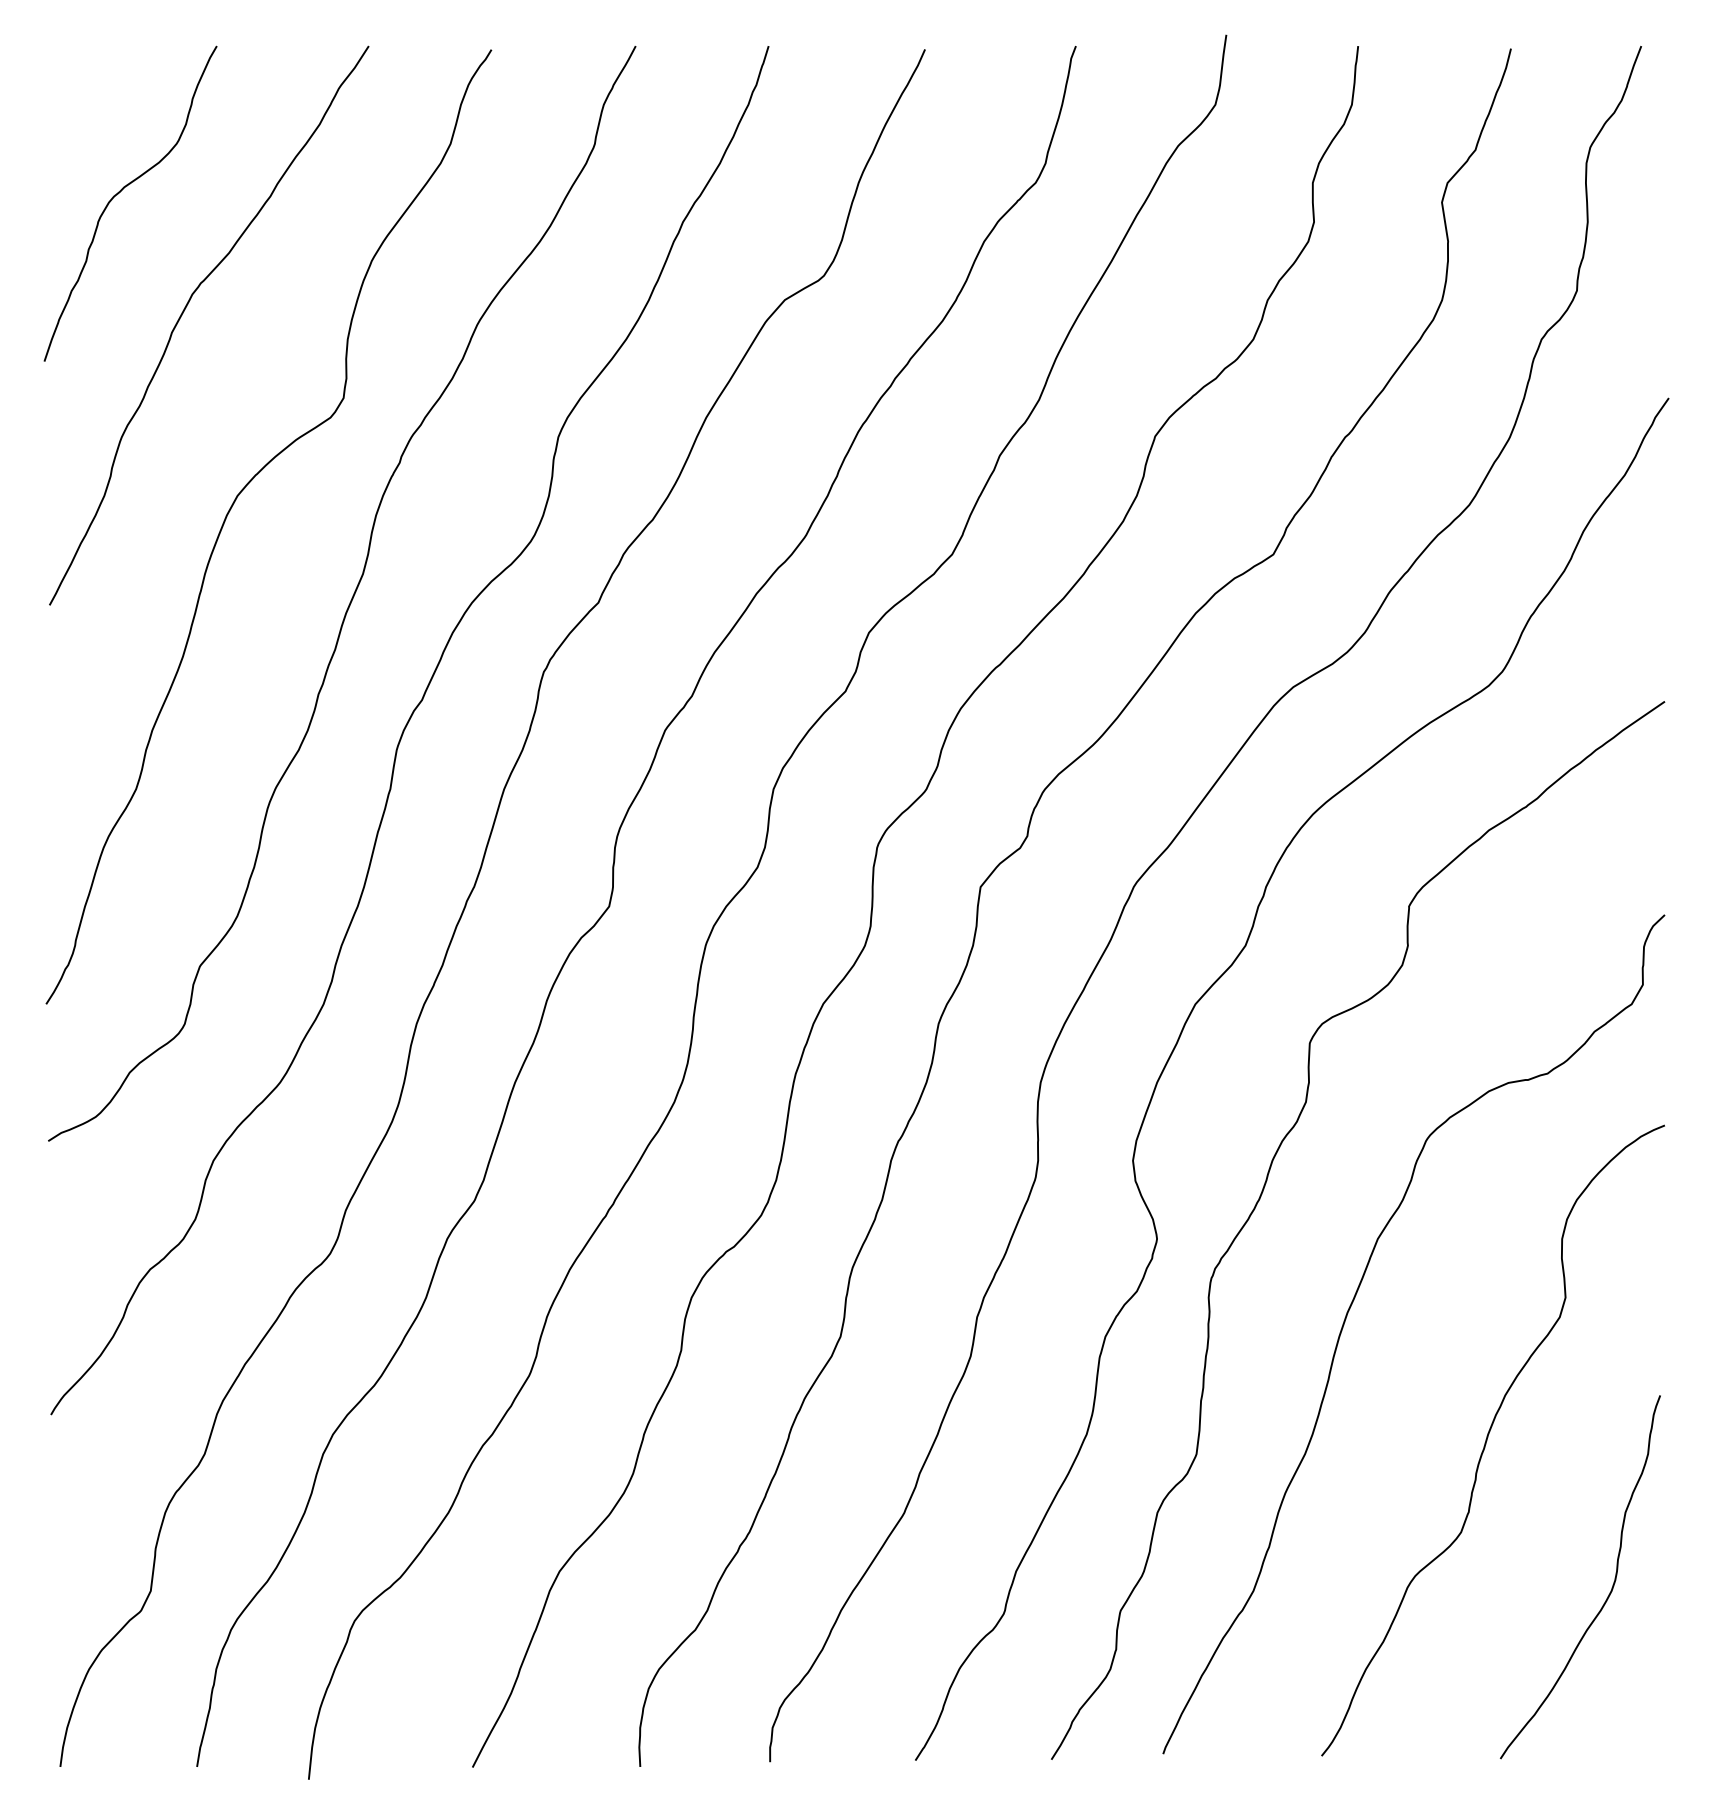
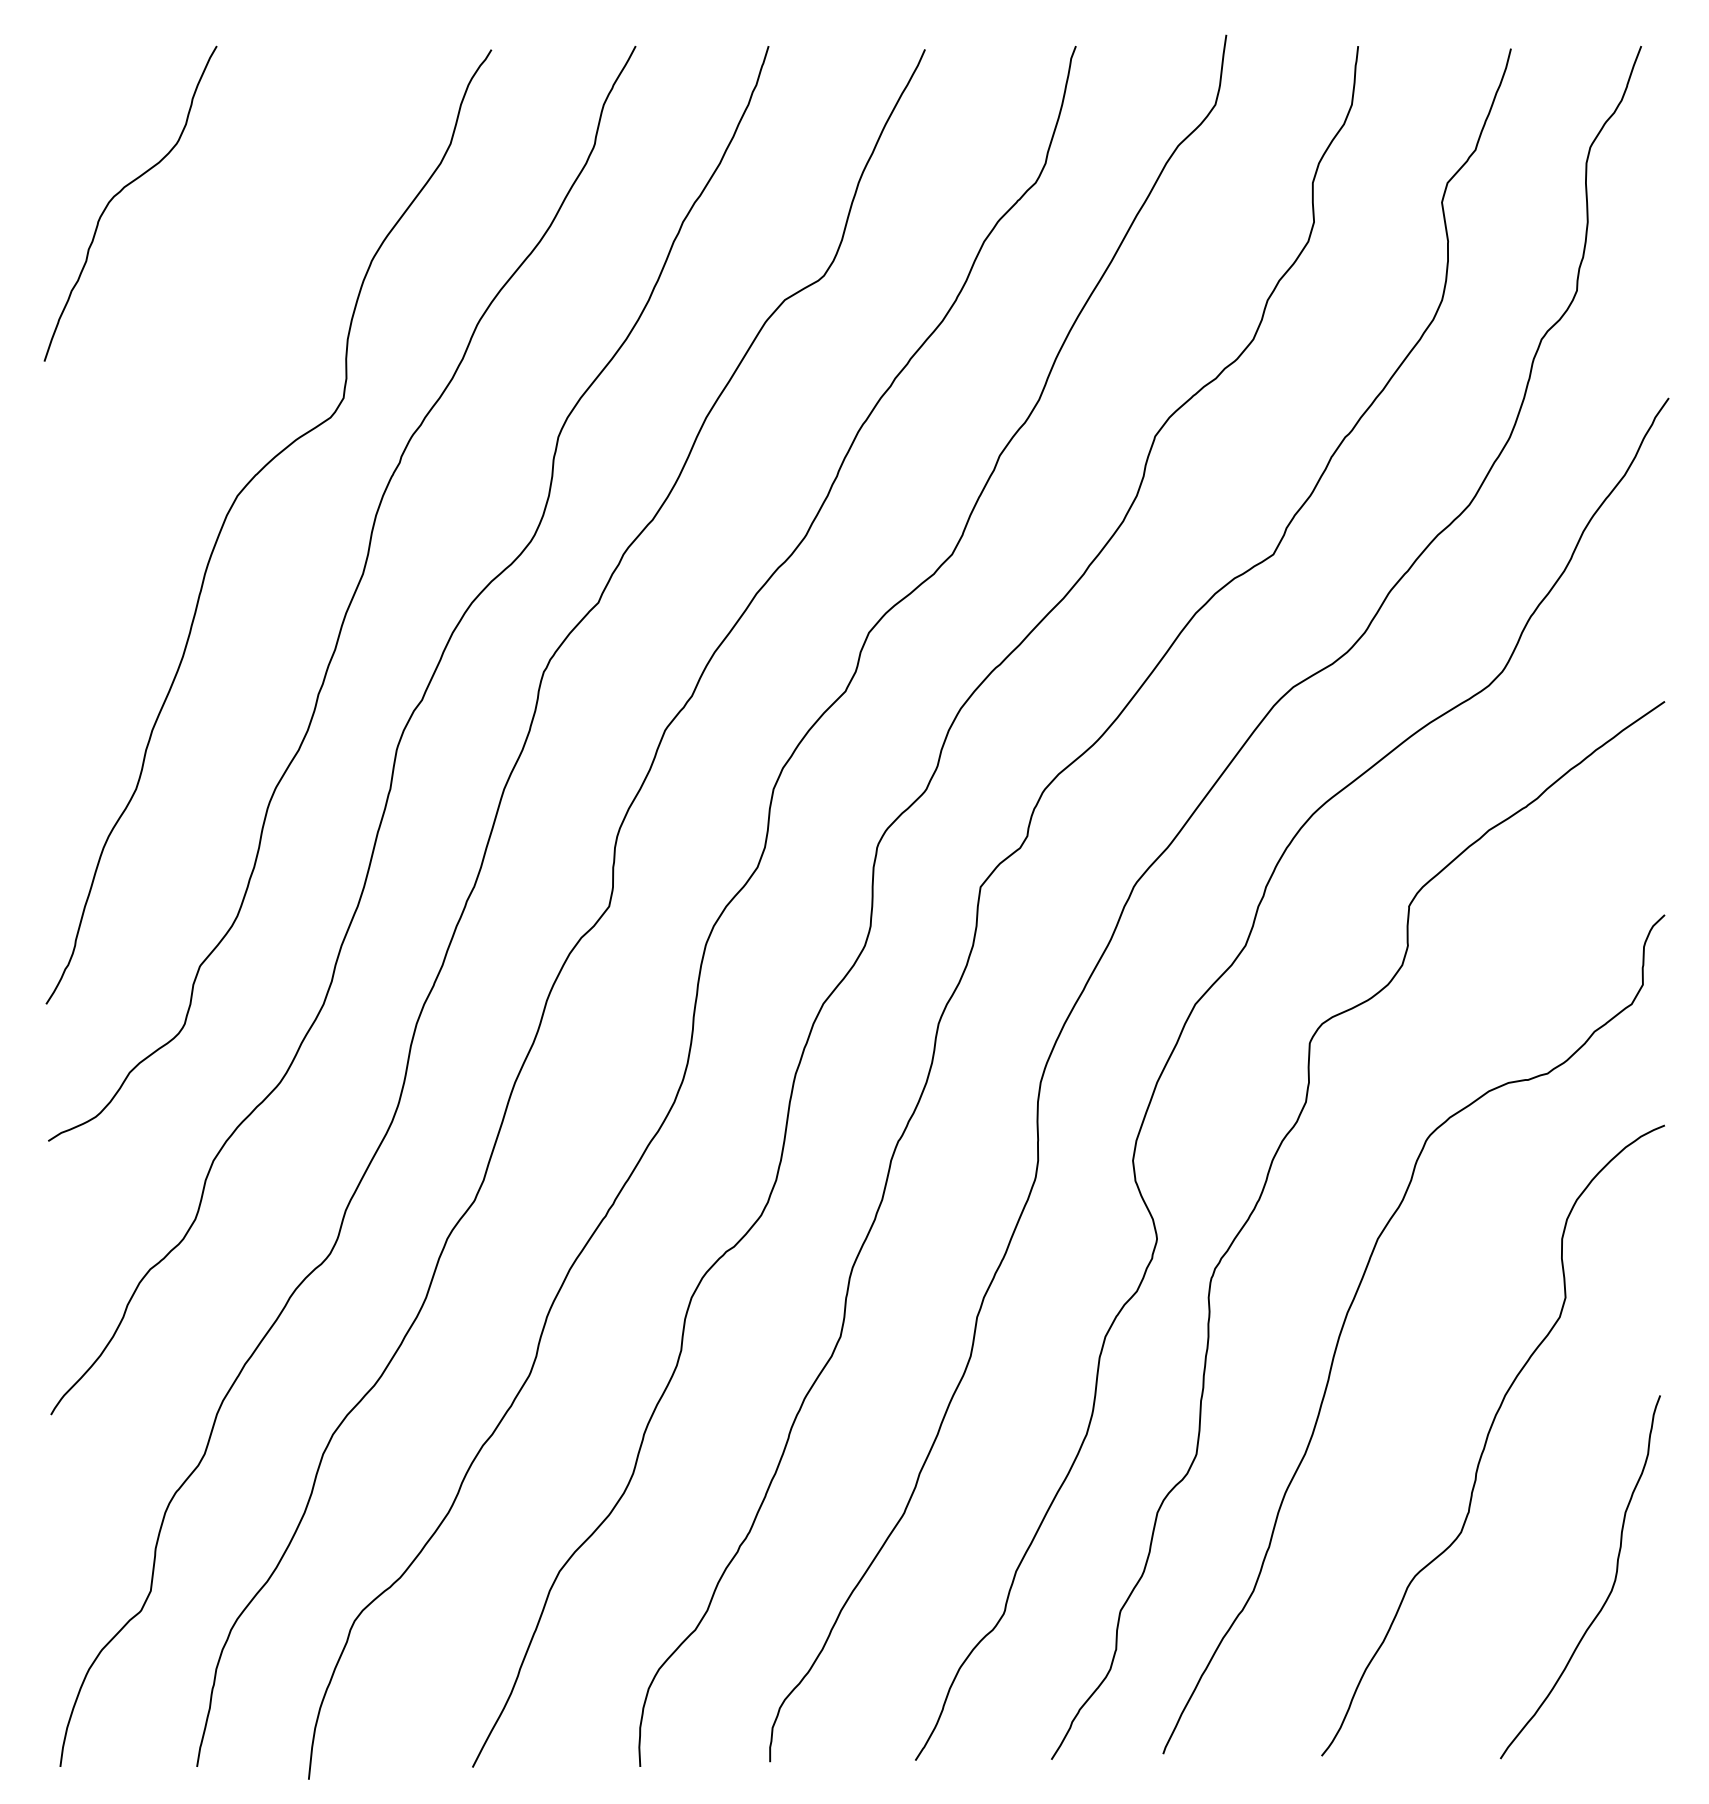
curve at (186, 308): present -> none
